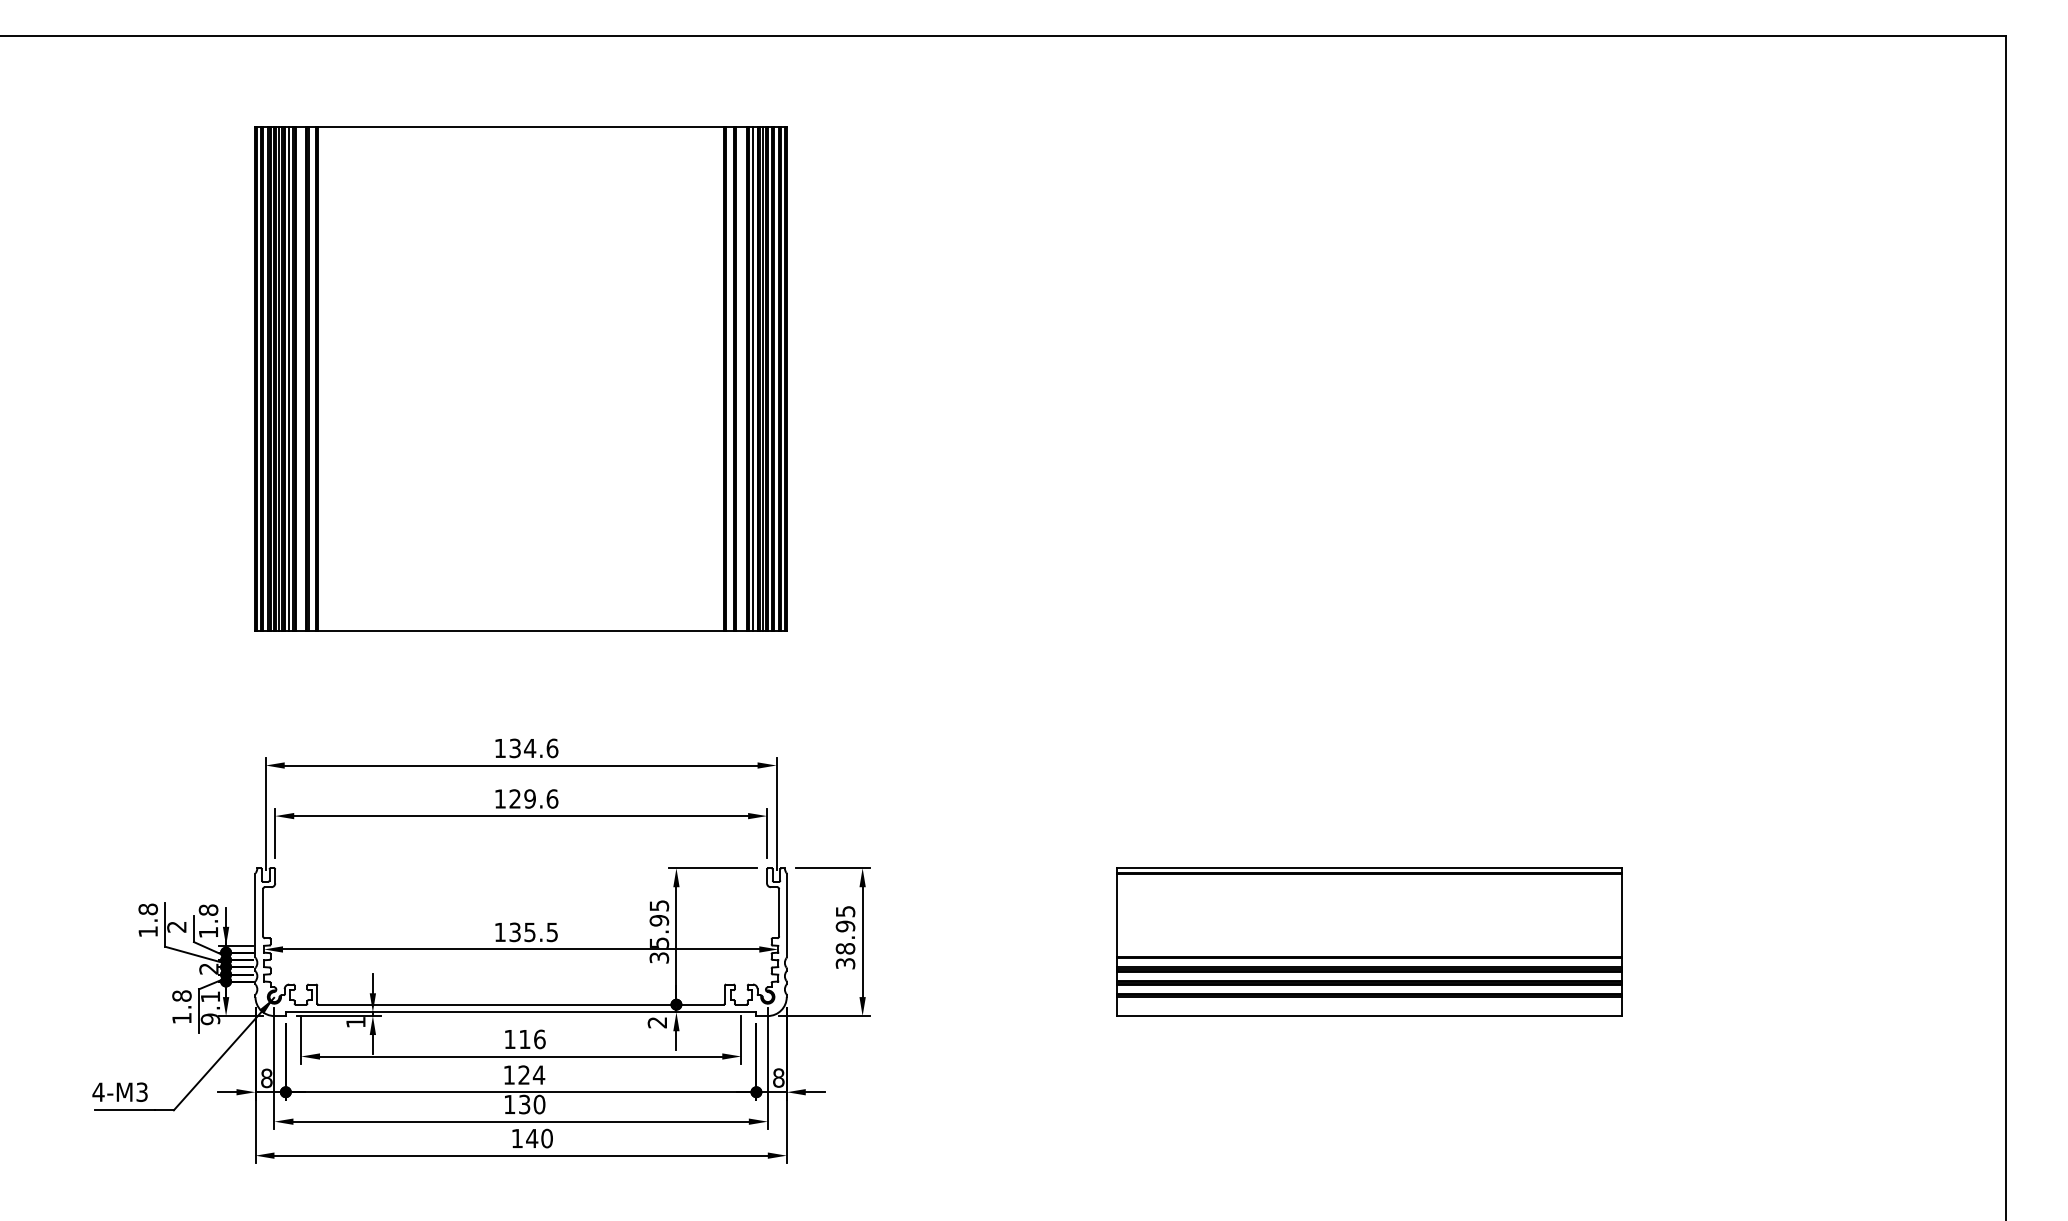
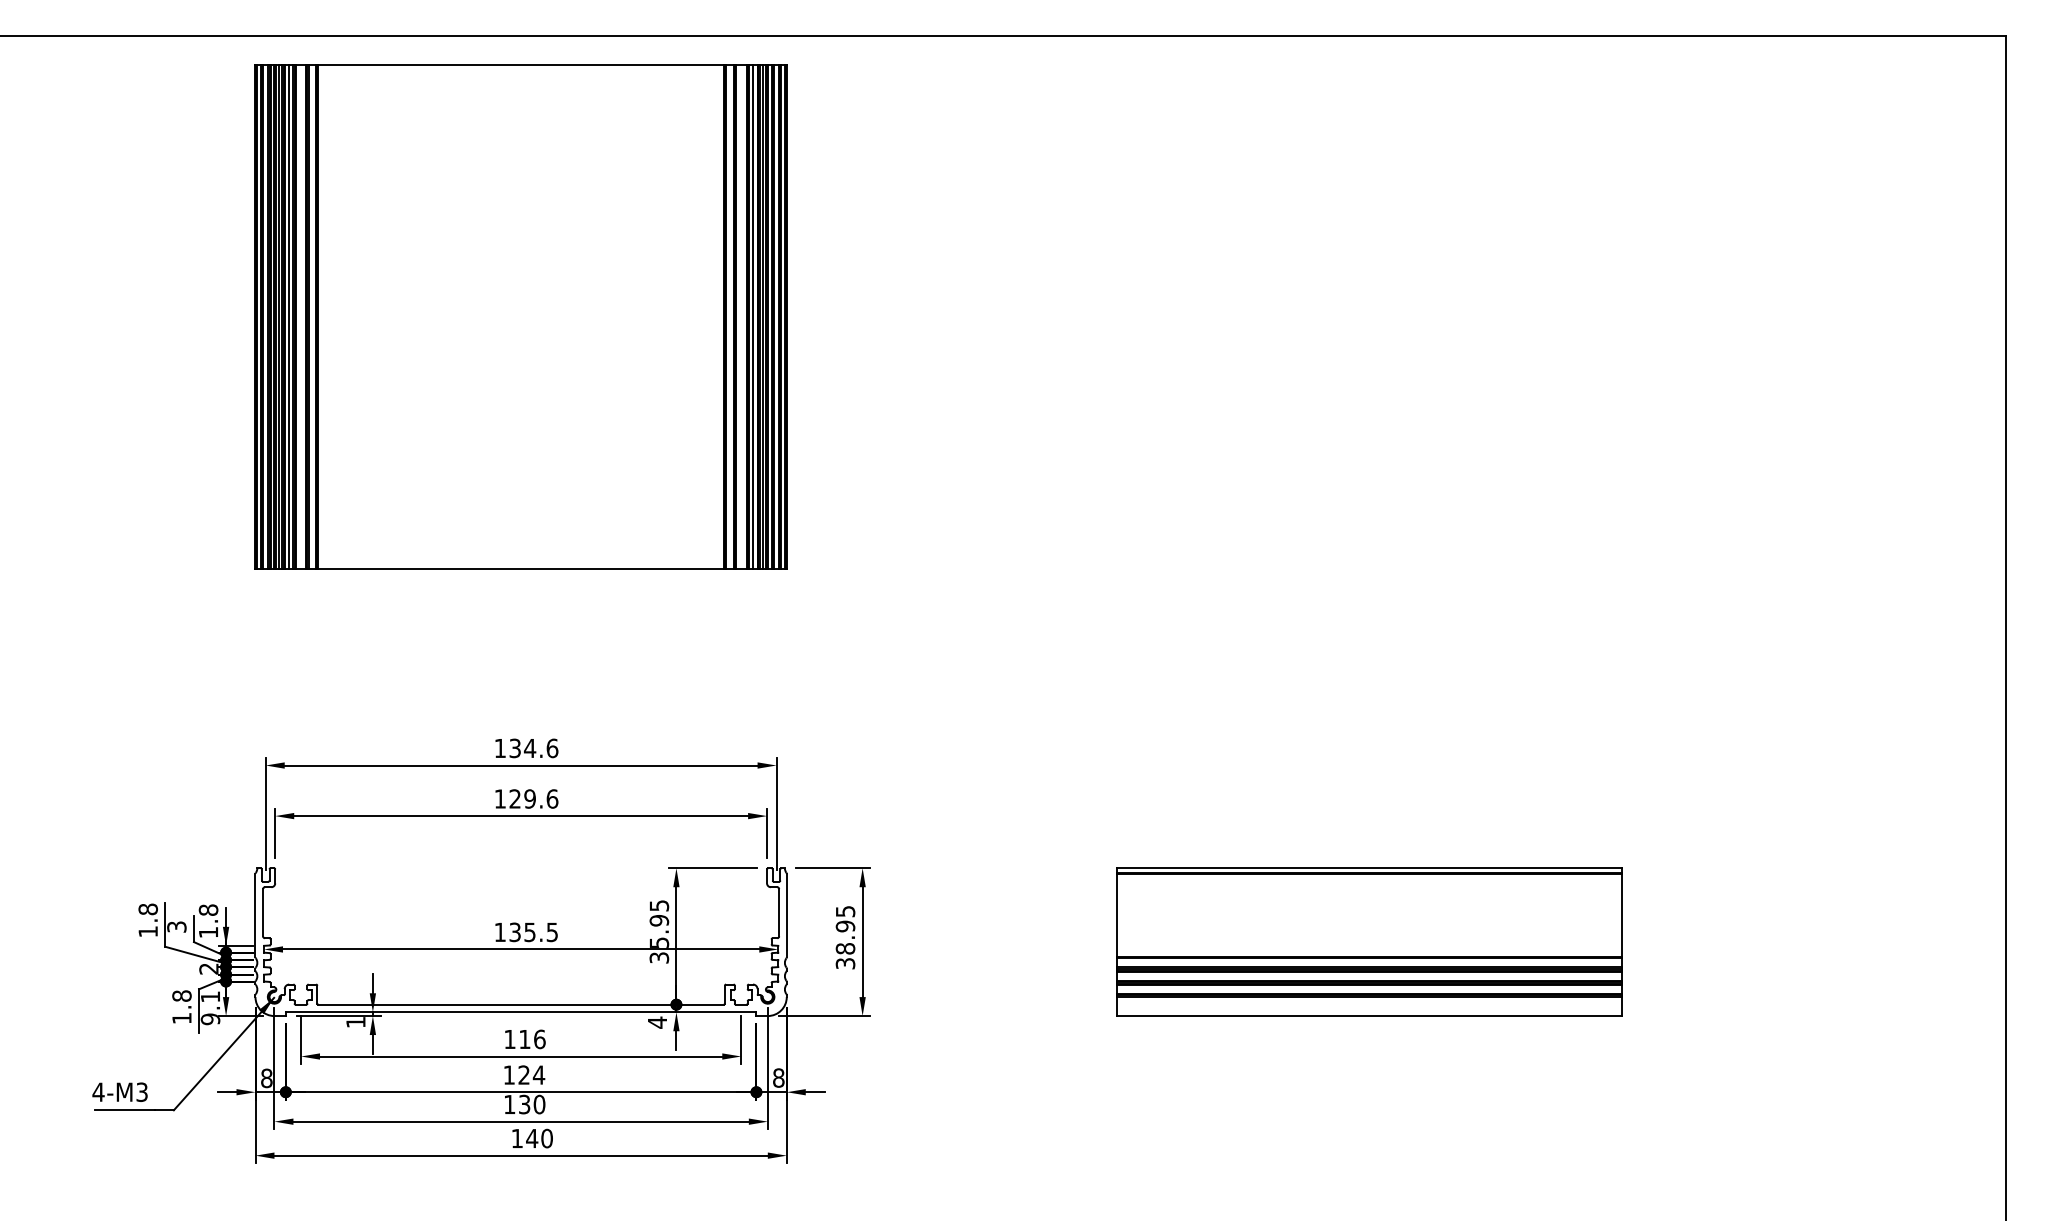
part at (520, 378) position: (520, 378) -> (520, 316)
text at (176, 926): 2 -> 3
text at (656, 1022): 2 -> 4
